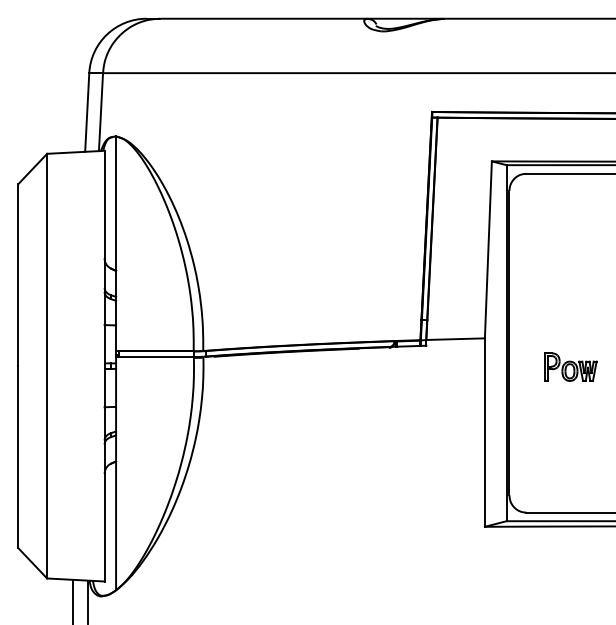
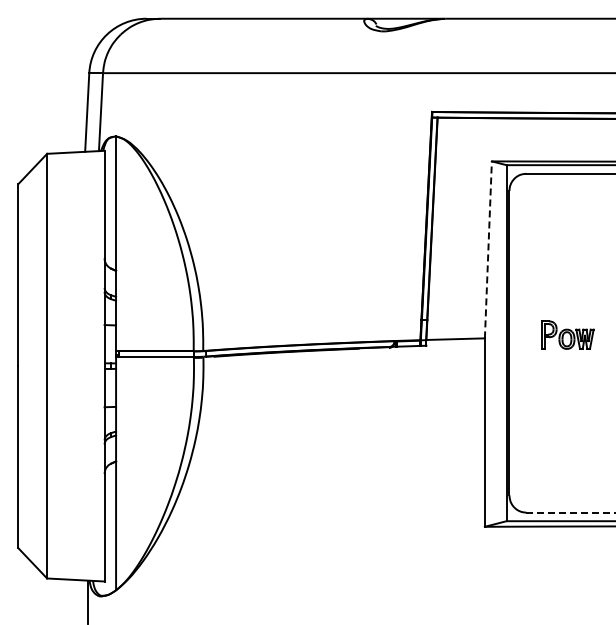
line at (488, 249): solid -> dashed
part at (570, 366) position: (570, 366) -> (567, 334)
line at (571, 512): solid -> dashed
line at (73, 600): present -> none
